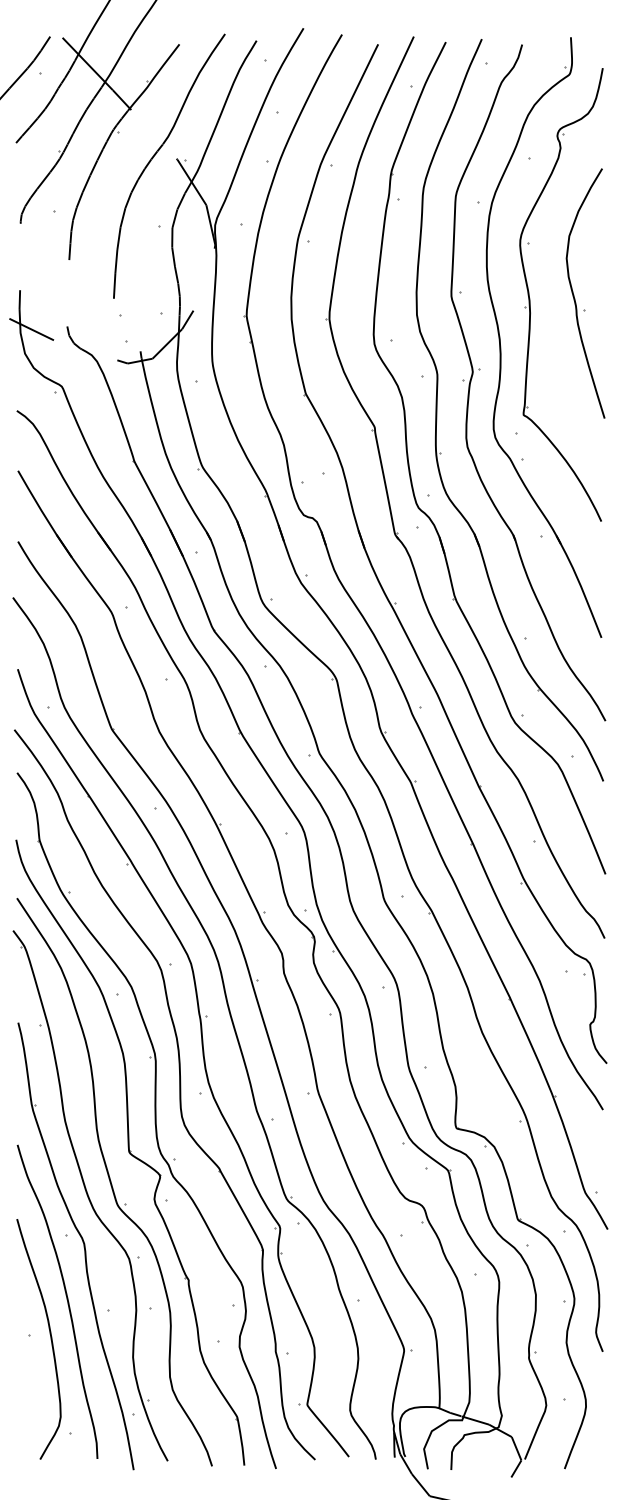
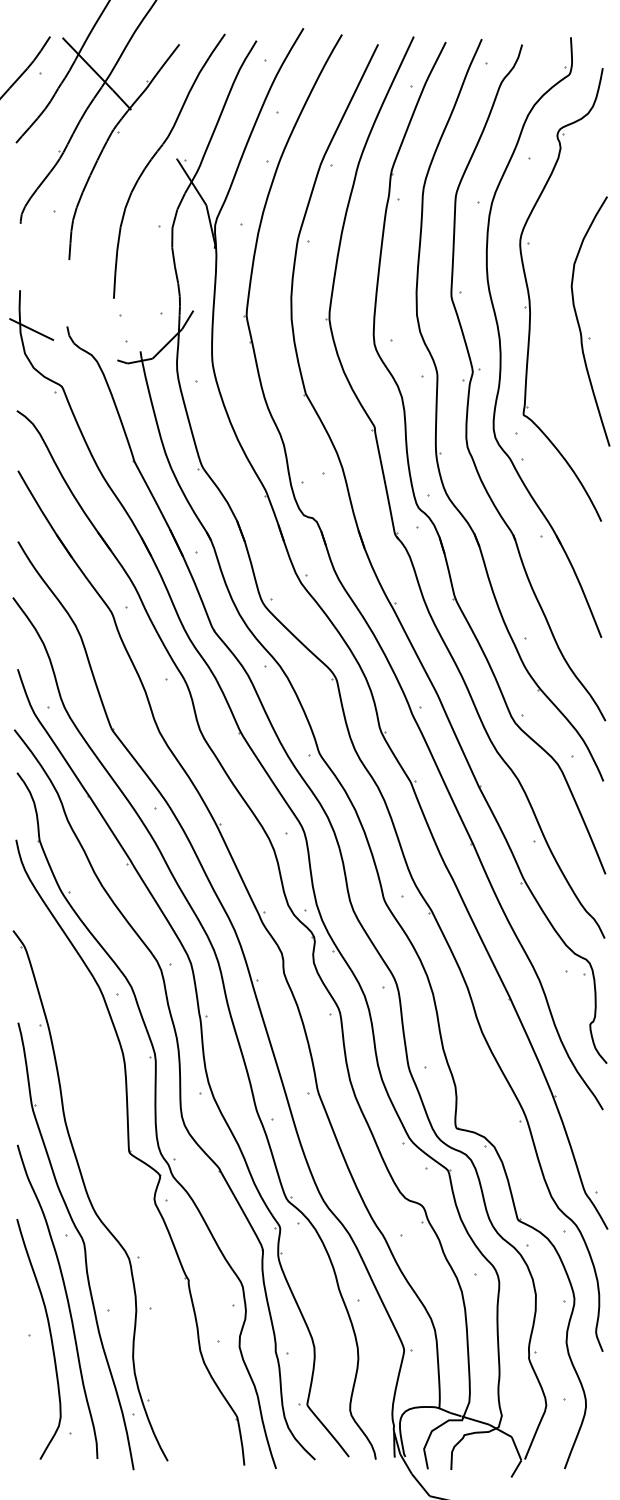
part at (574, 294) position: (574, 294) -> (579, 322)
part at (114, 1182): present -> none
